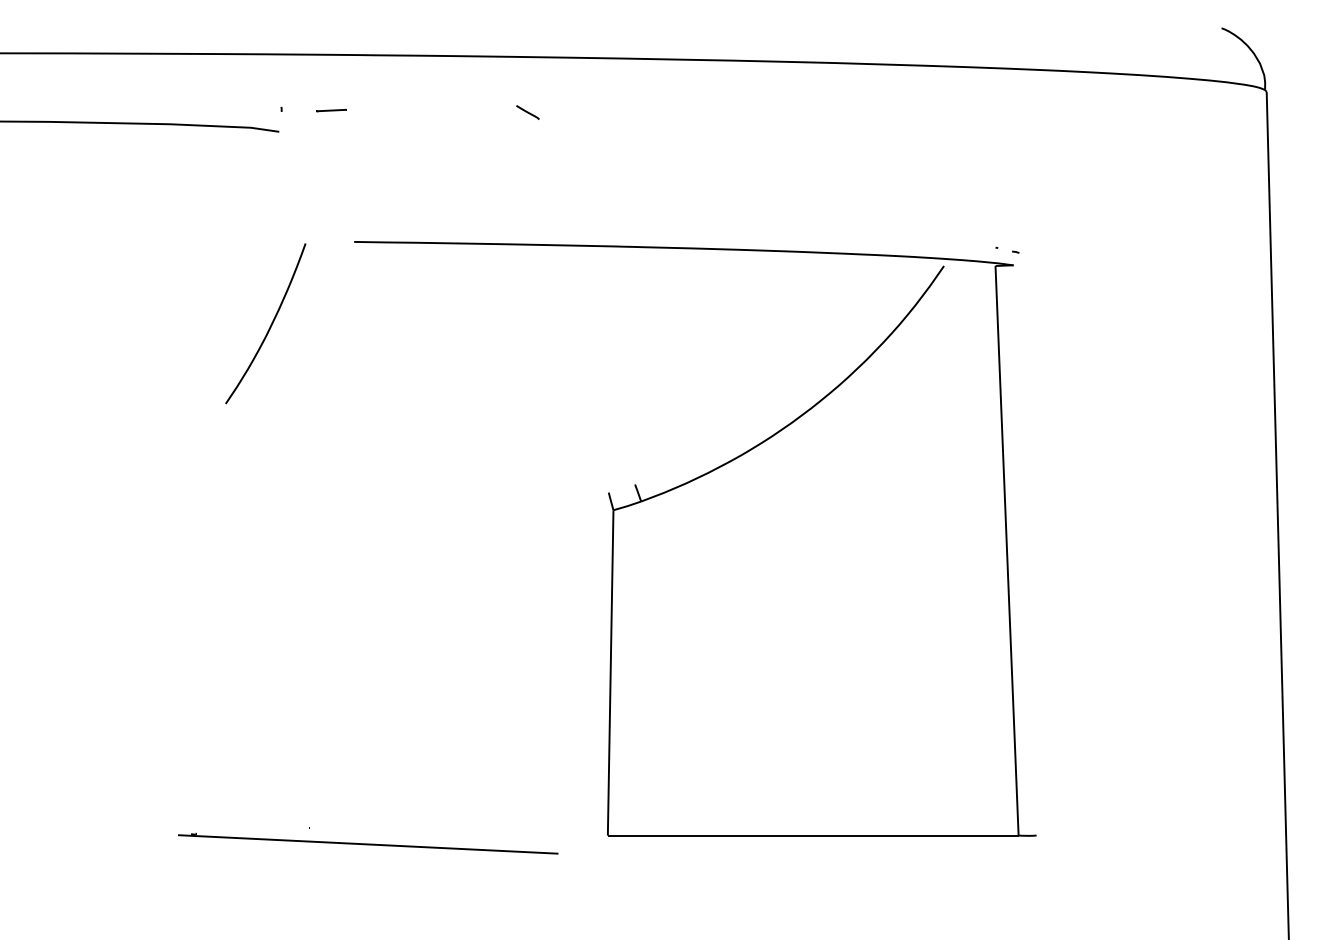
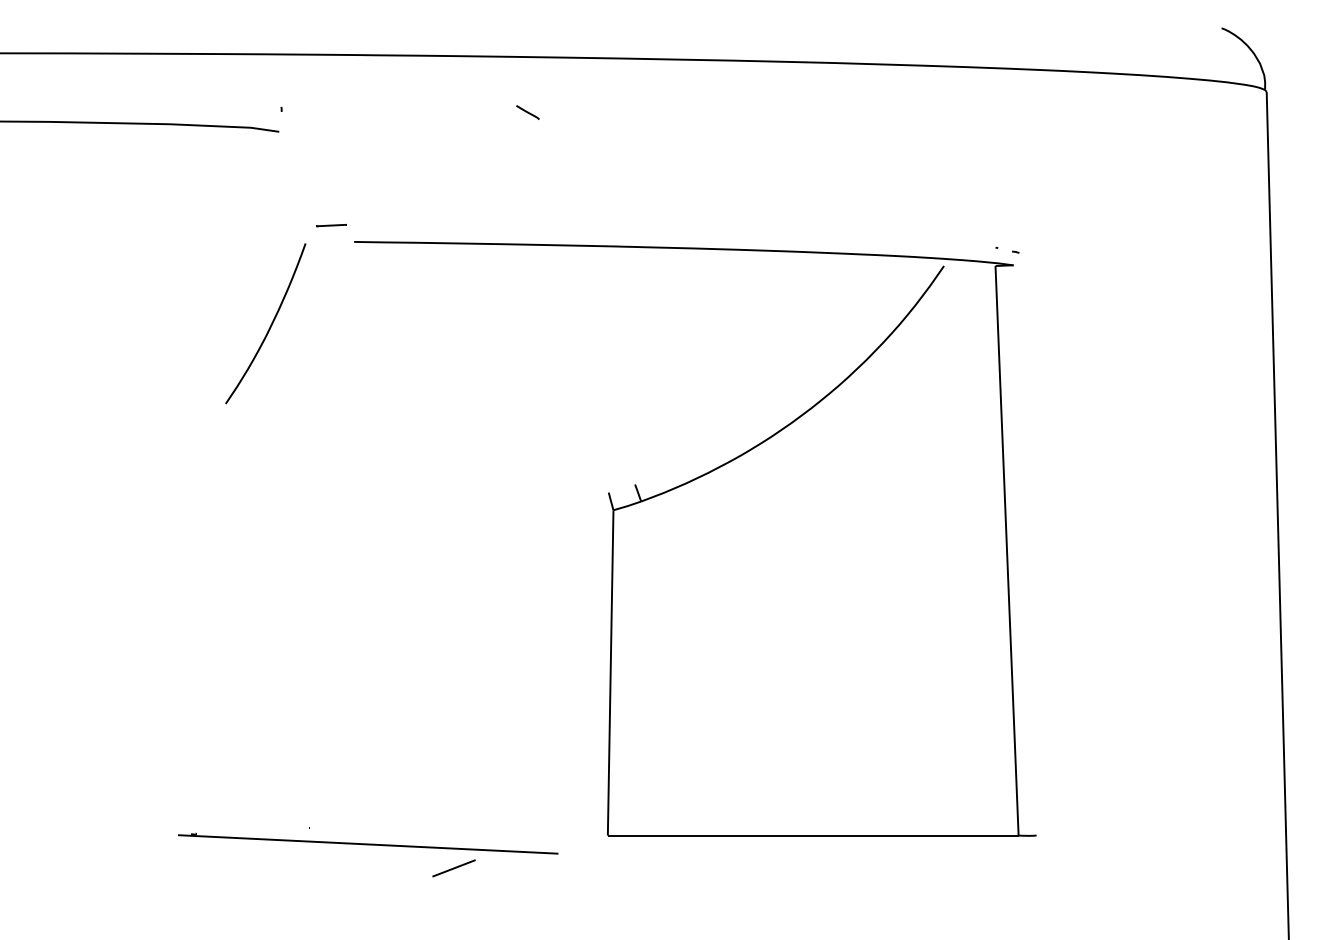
line at (331, 110) position: (331, 110) -> (331, 225)
line at (453, 868): none -> present
